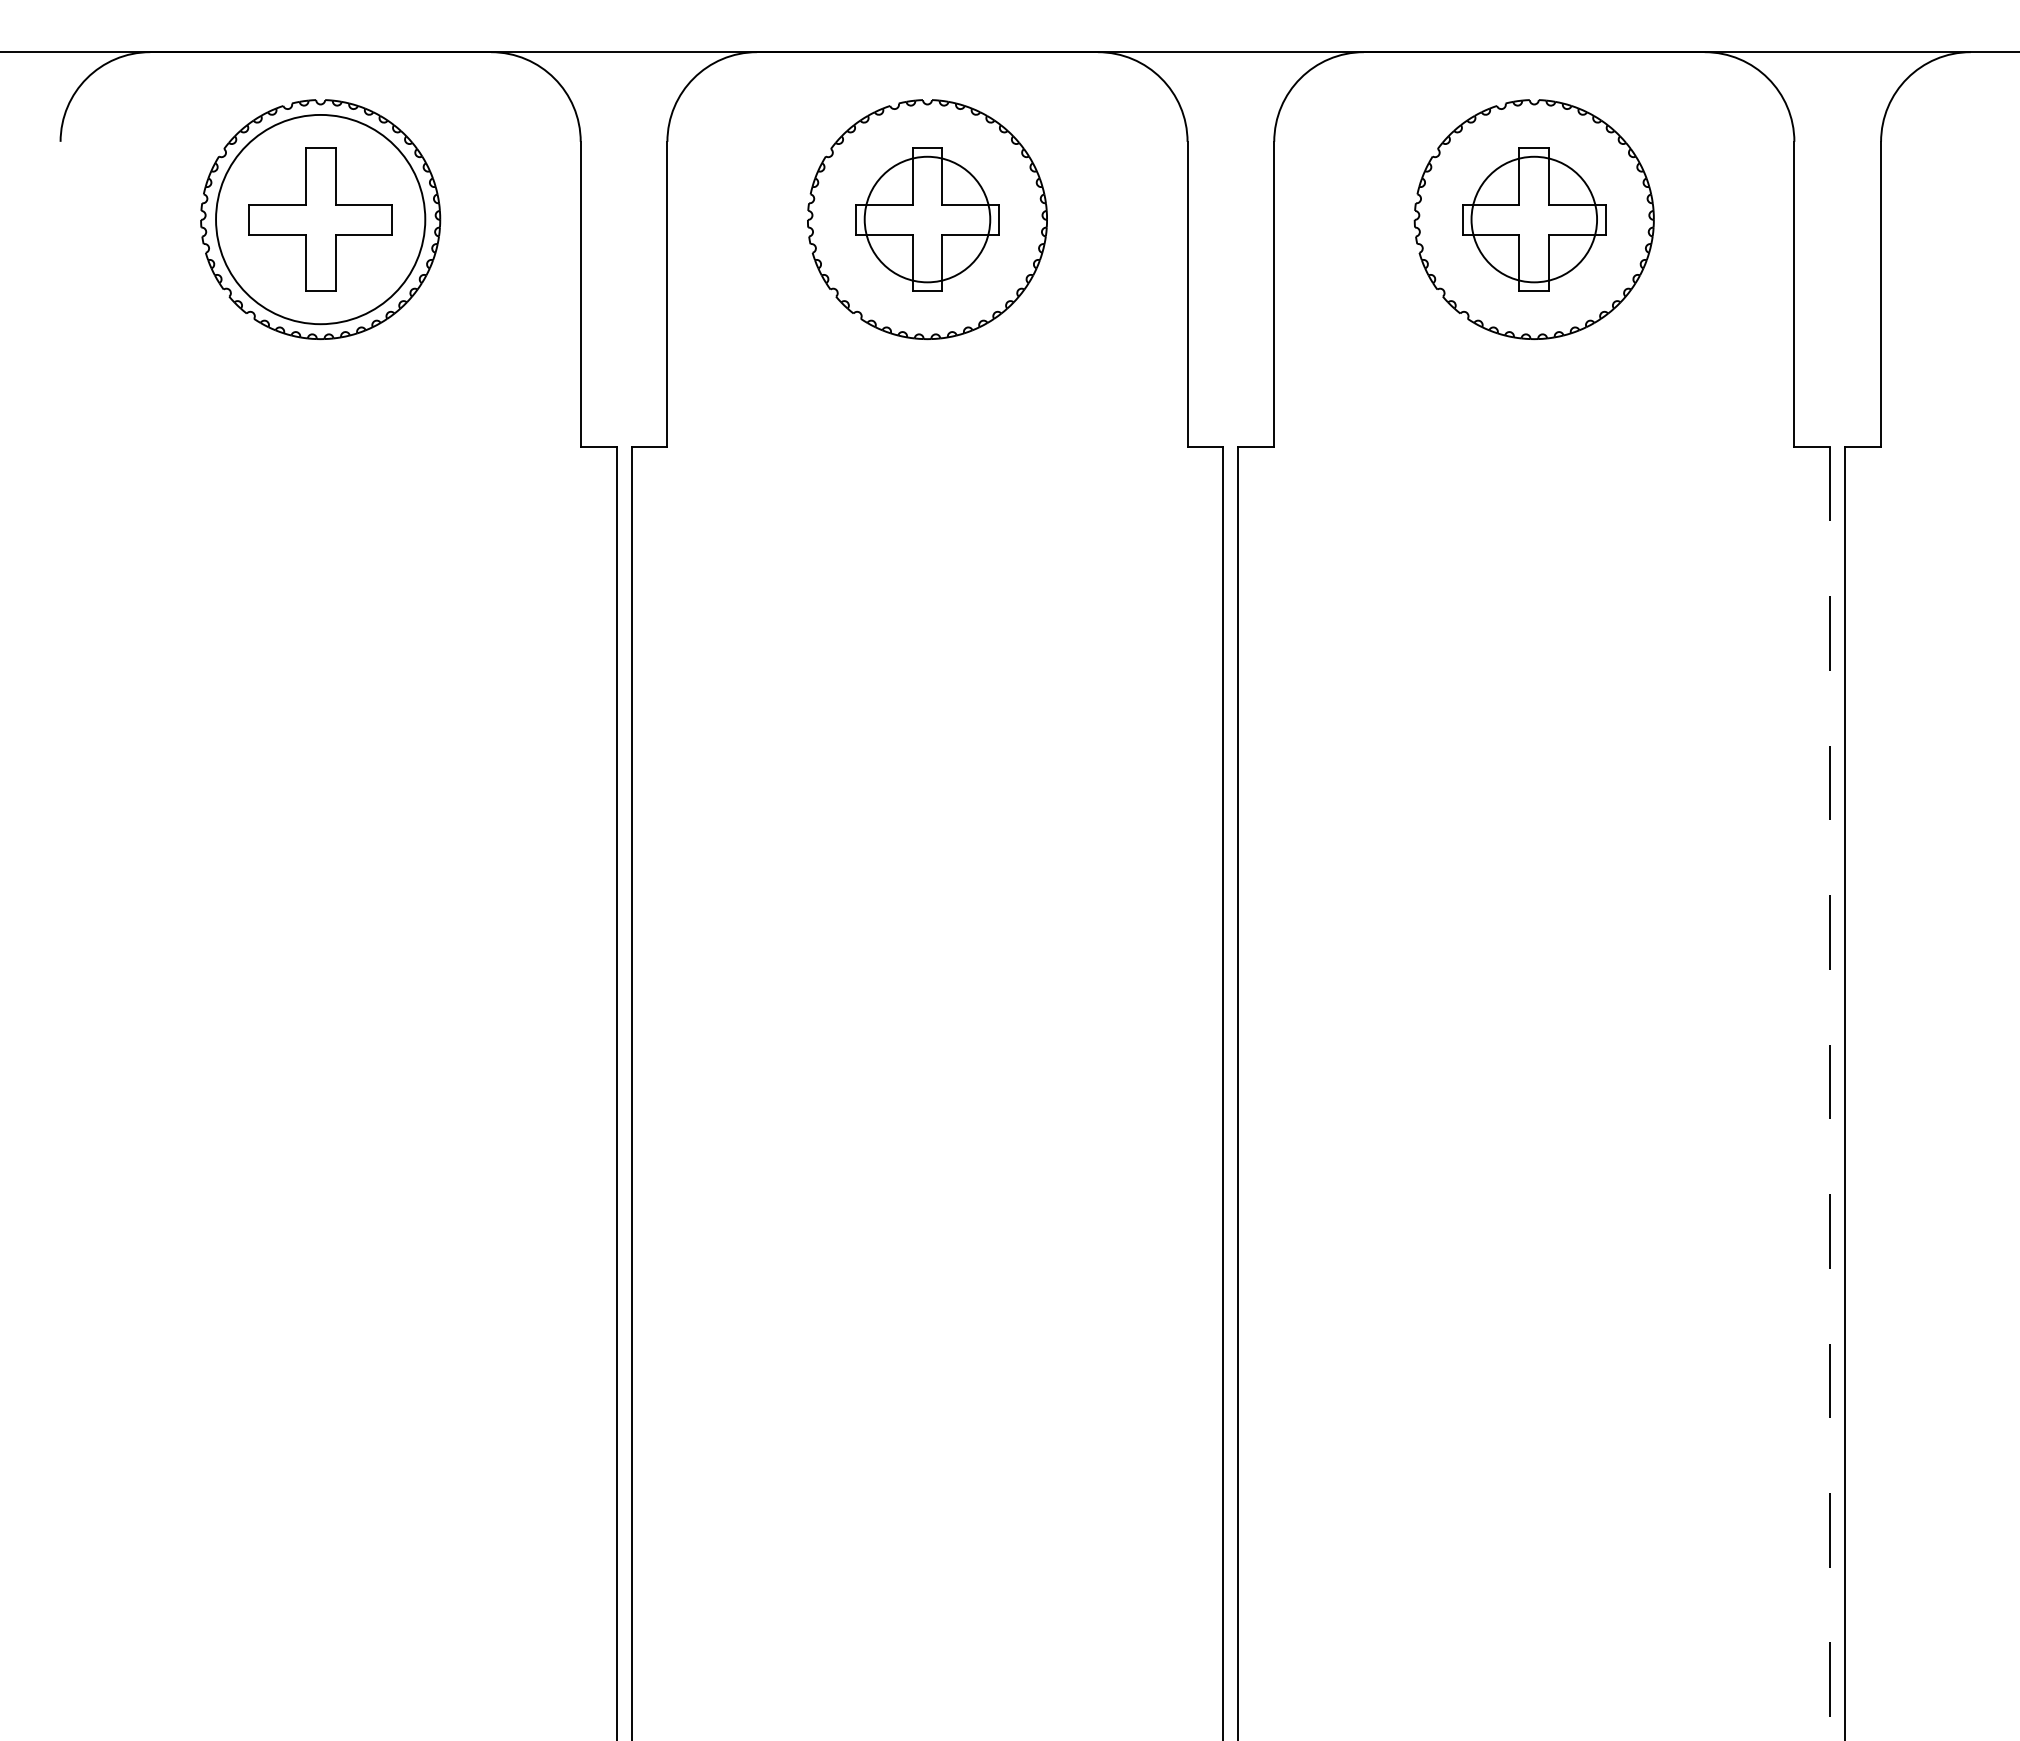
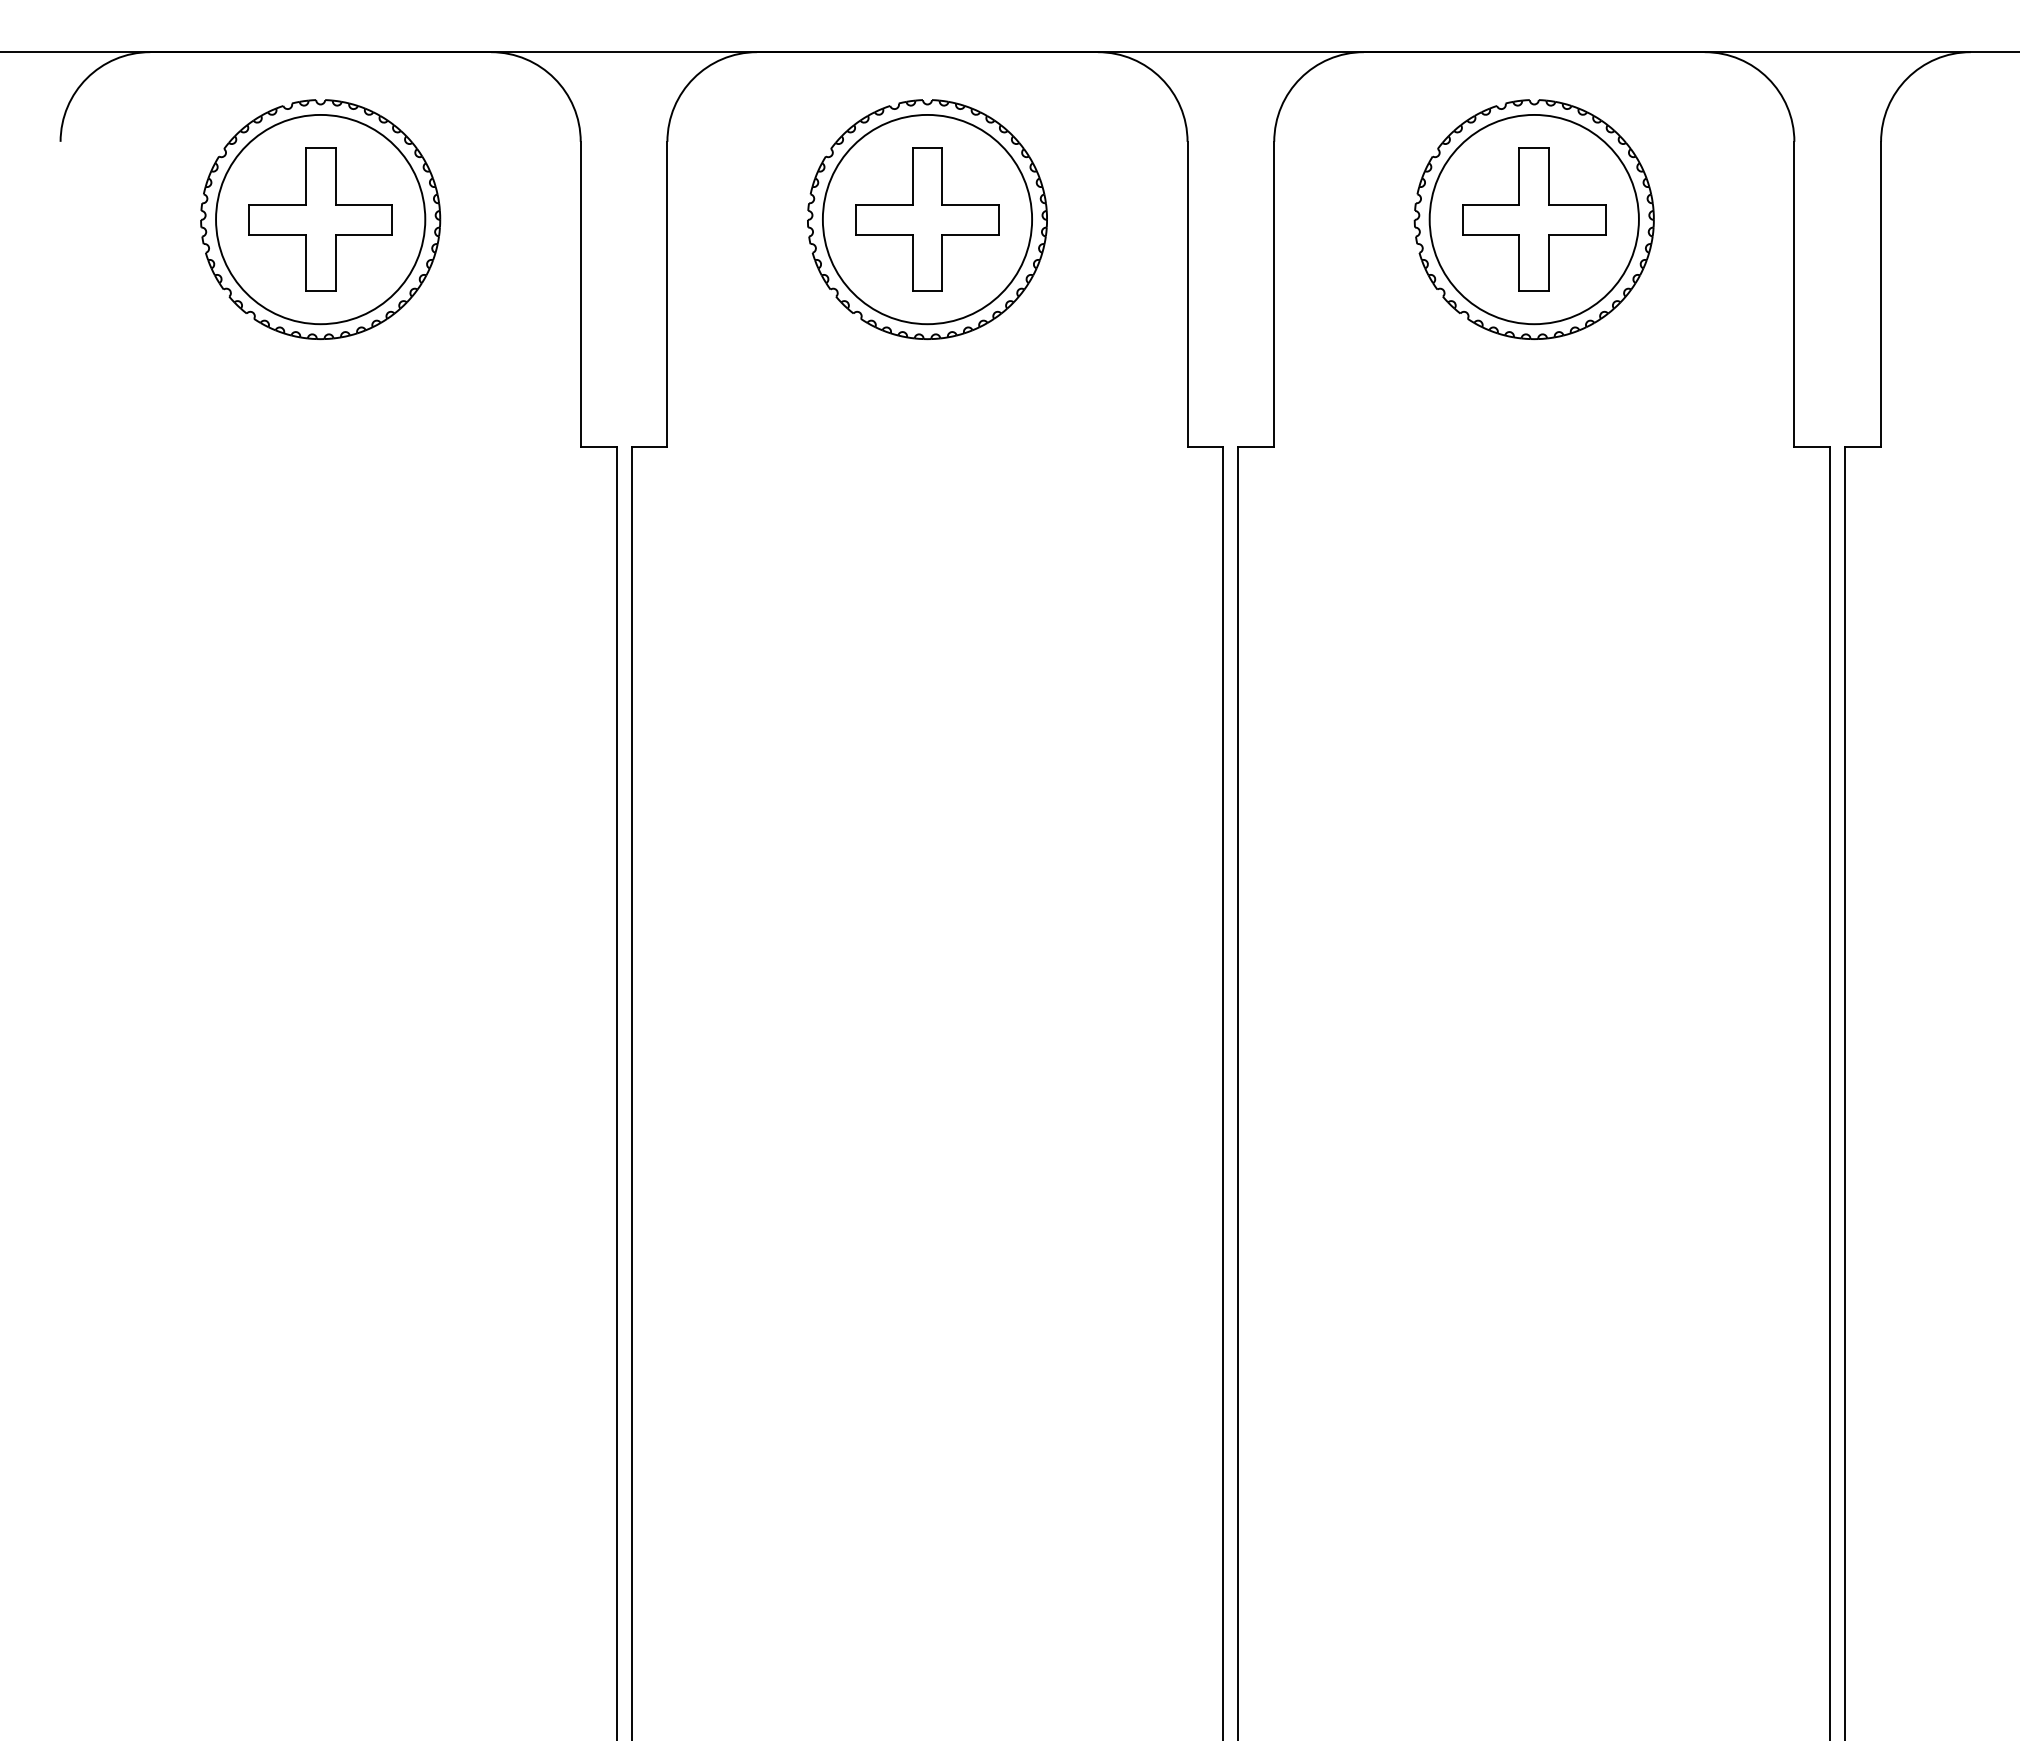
circle at (927, 219) diameter: 126 px -> 209 px
circle at (1534, 219) diameter: 126 px -> 209 px
line at (1830, 1093): dashed -> solid
